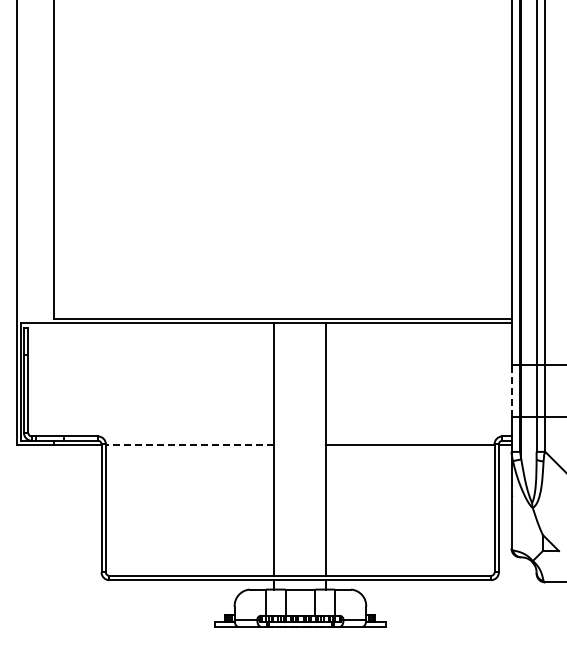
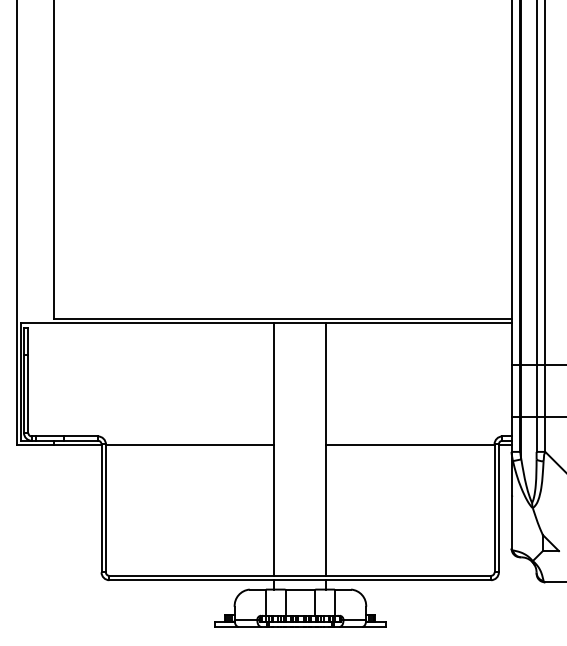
line at (511, 390): dashed -> solid
line at (189, 445): dashed -> solid
